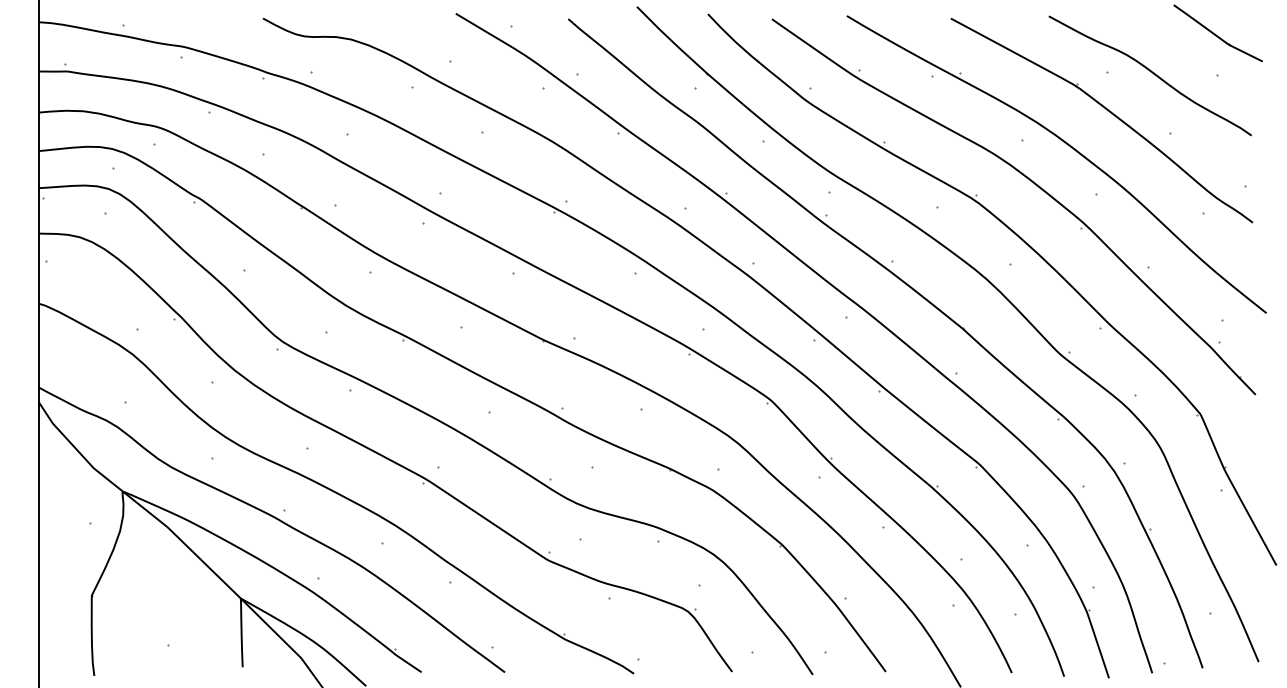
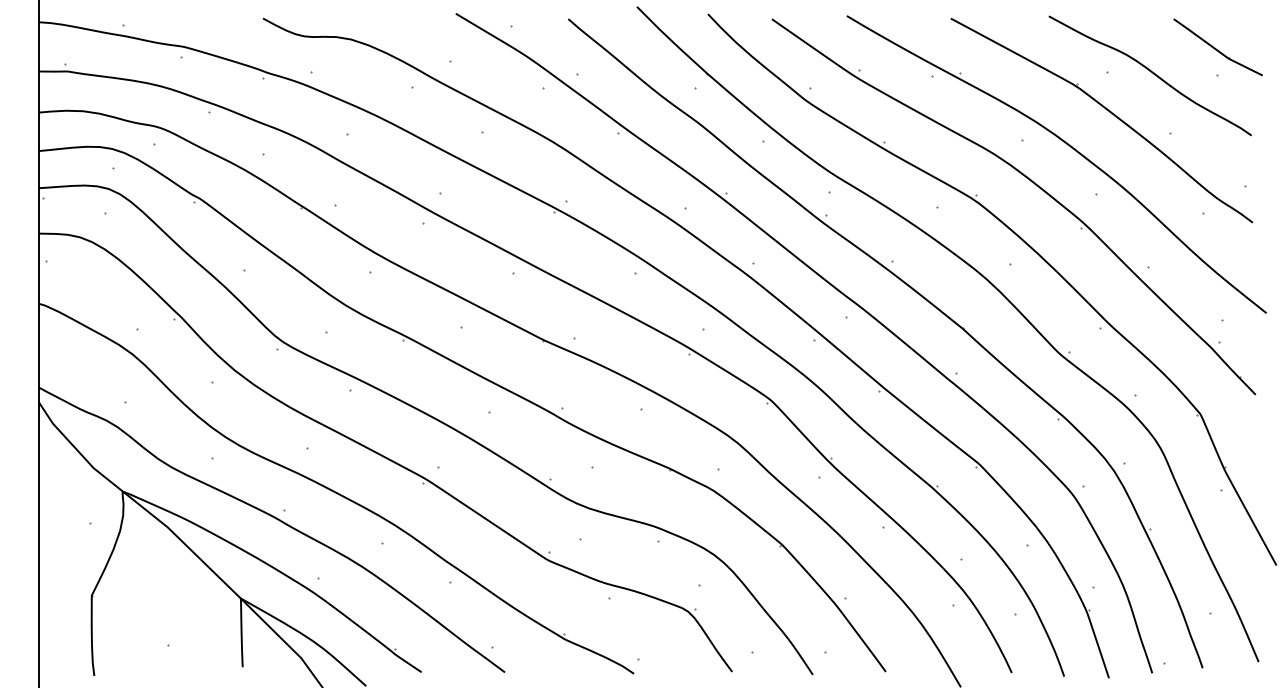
part at (1217, 33) position: (1217, 33) -> (1217, 47)
